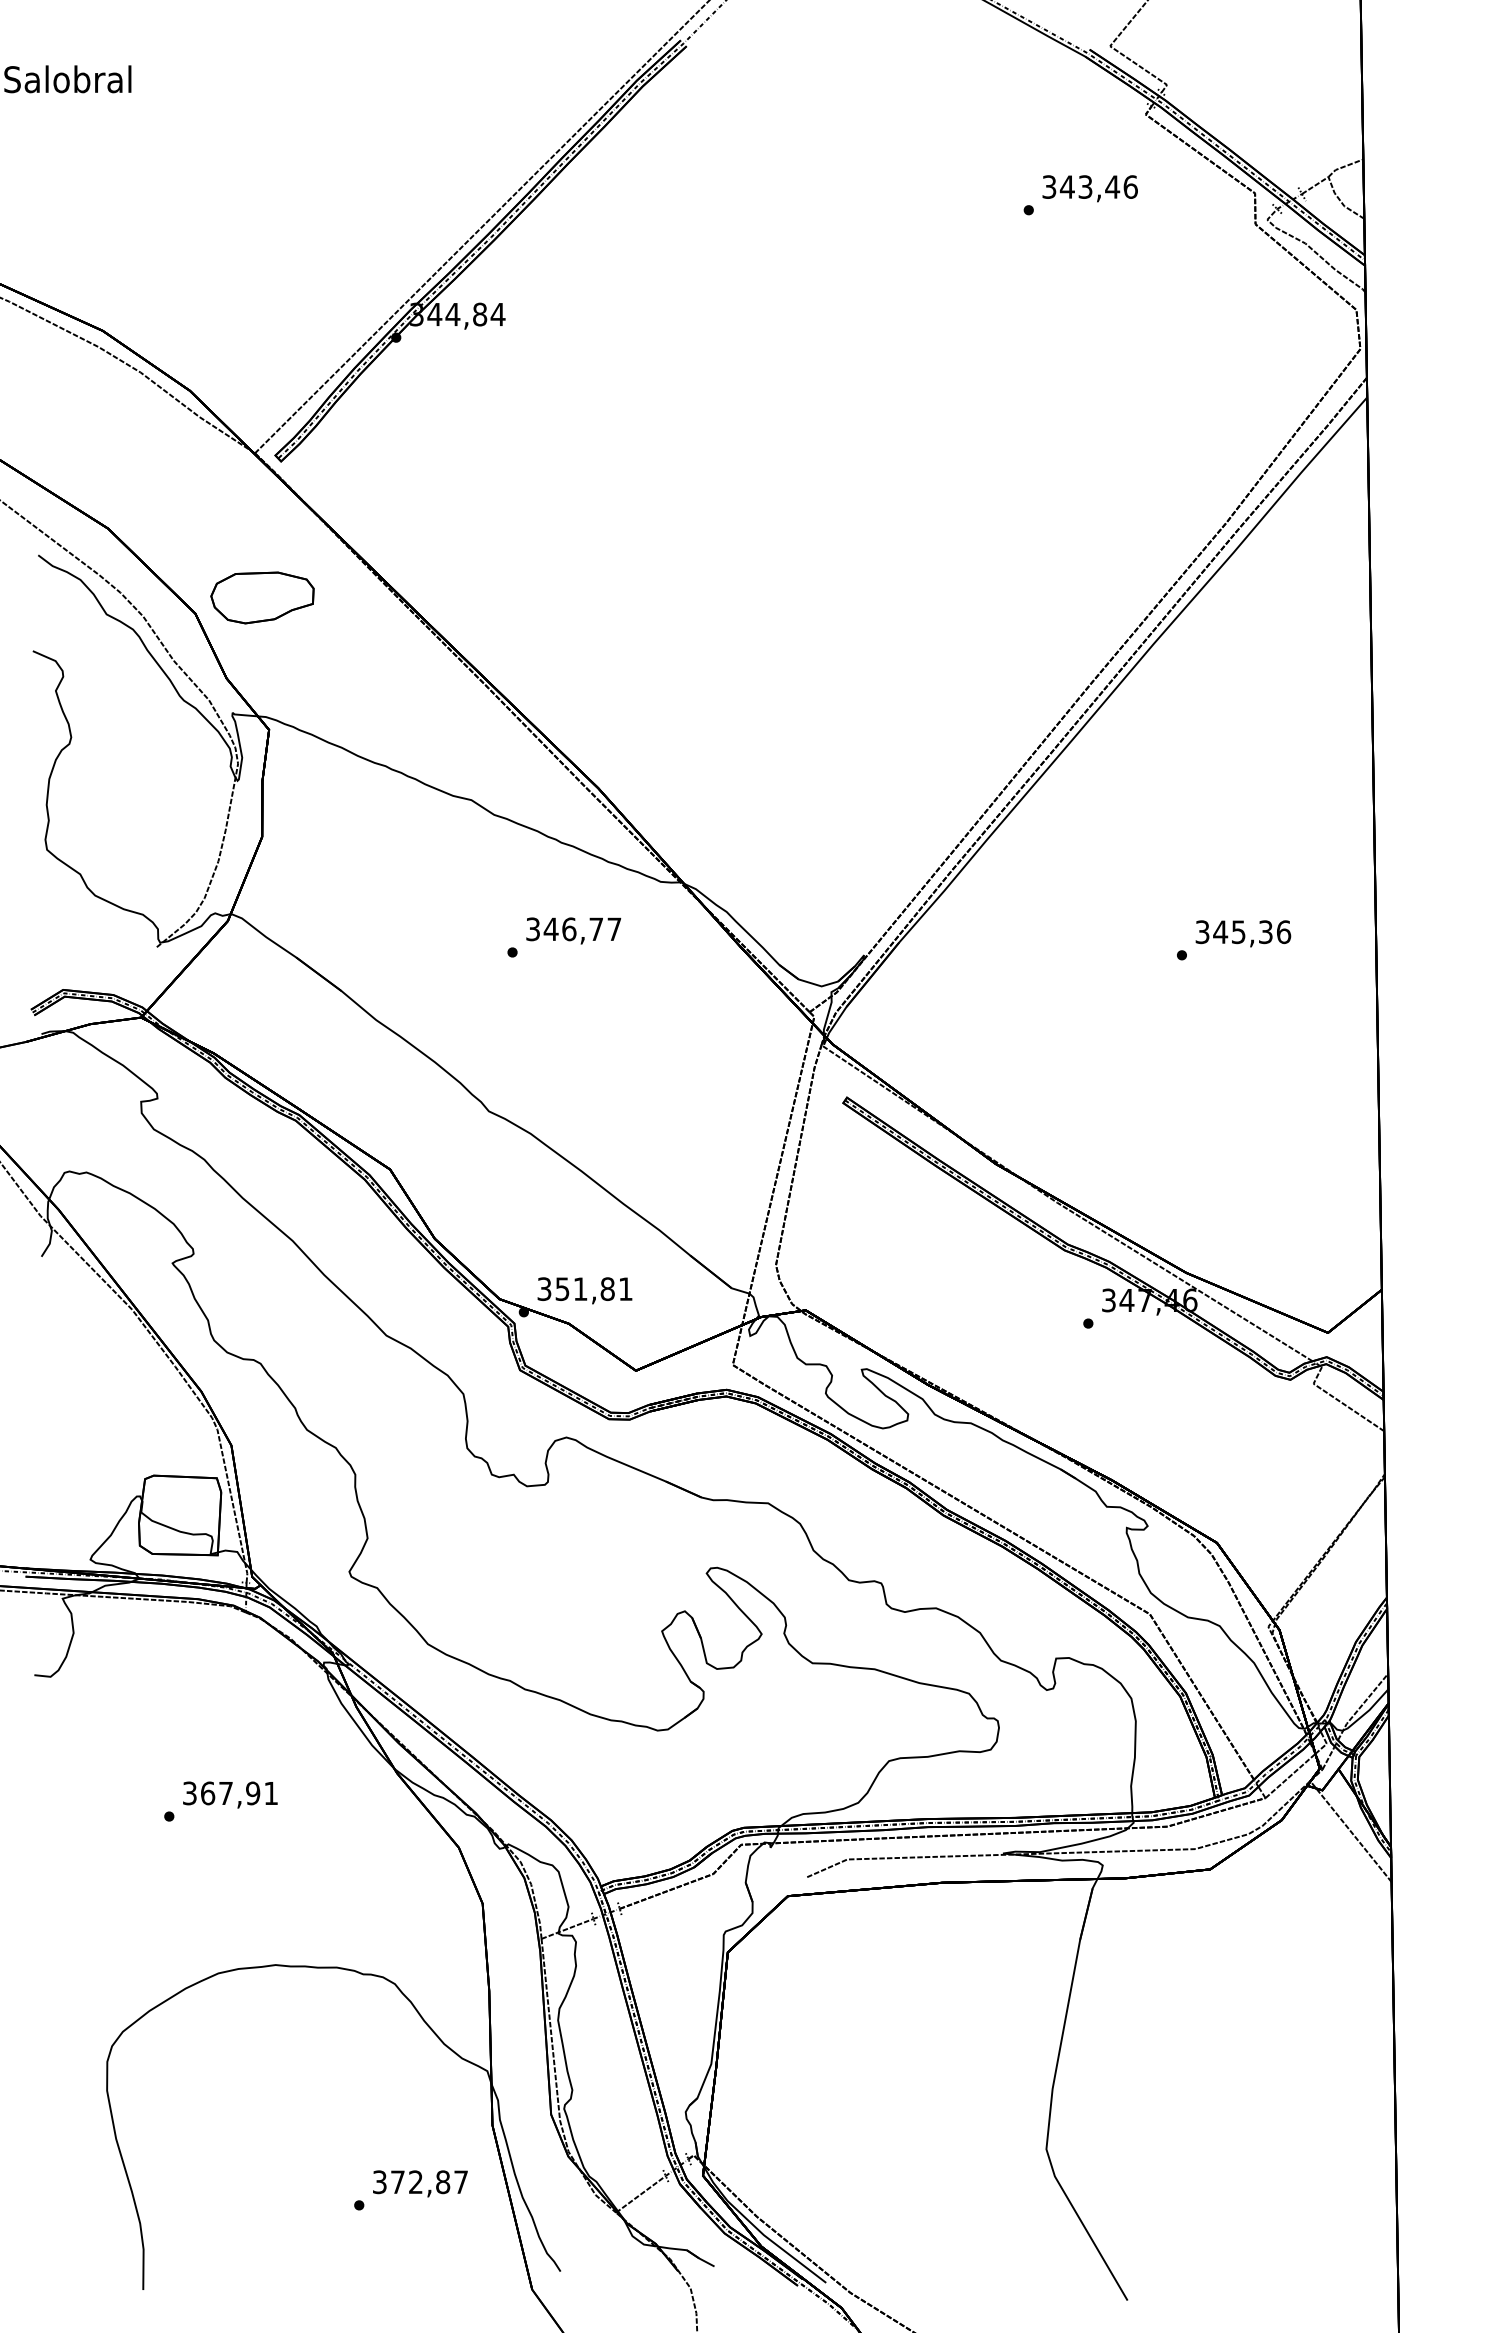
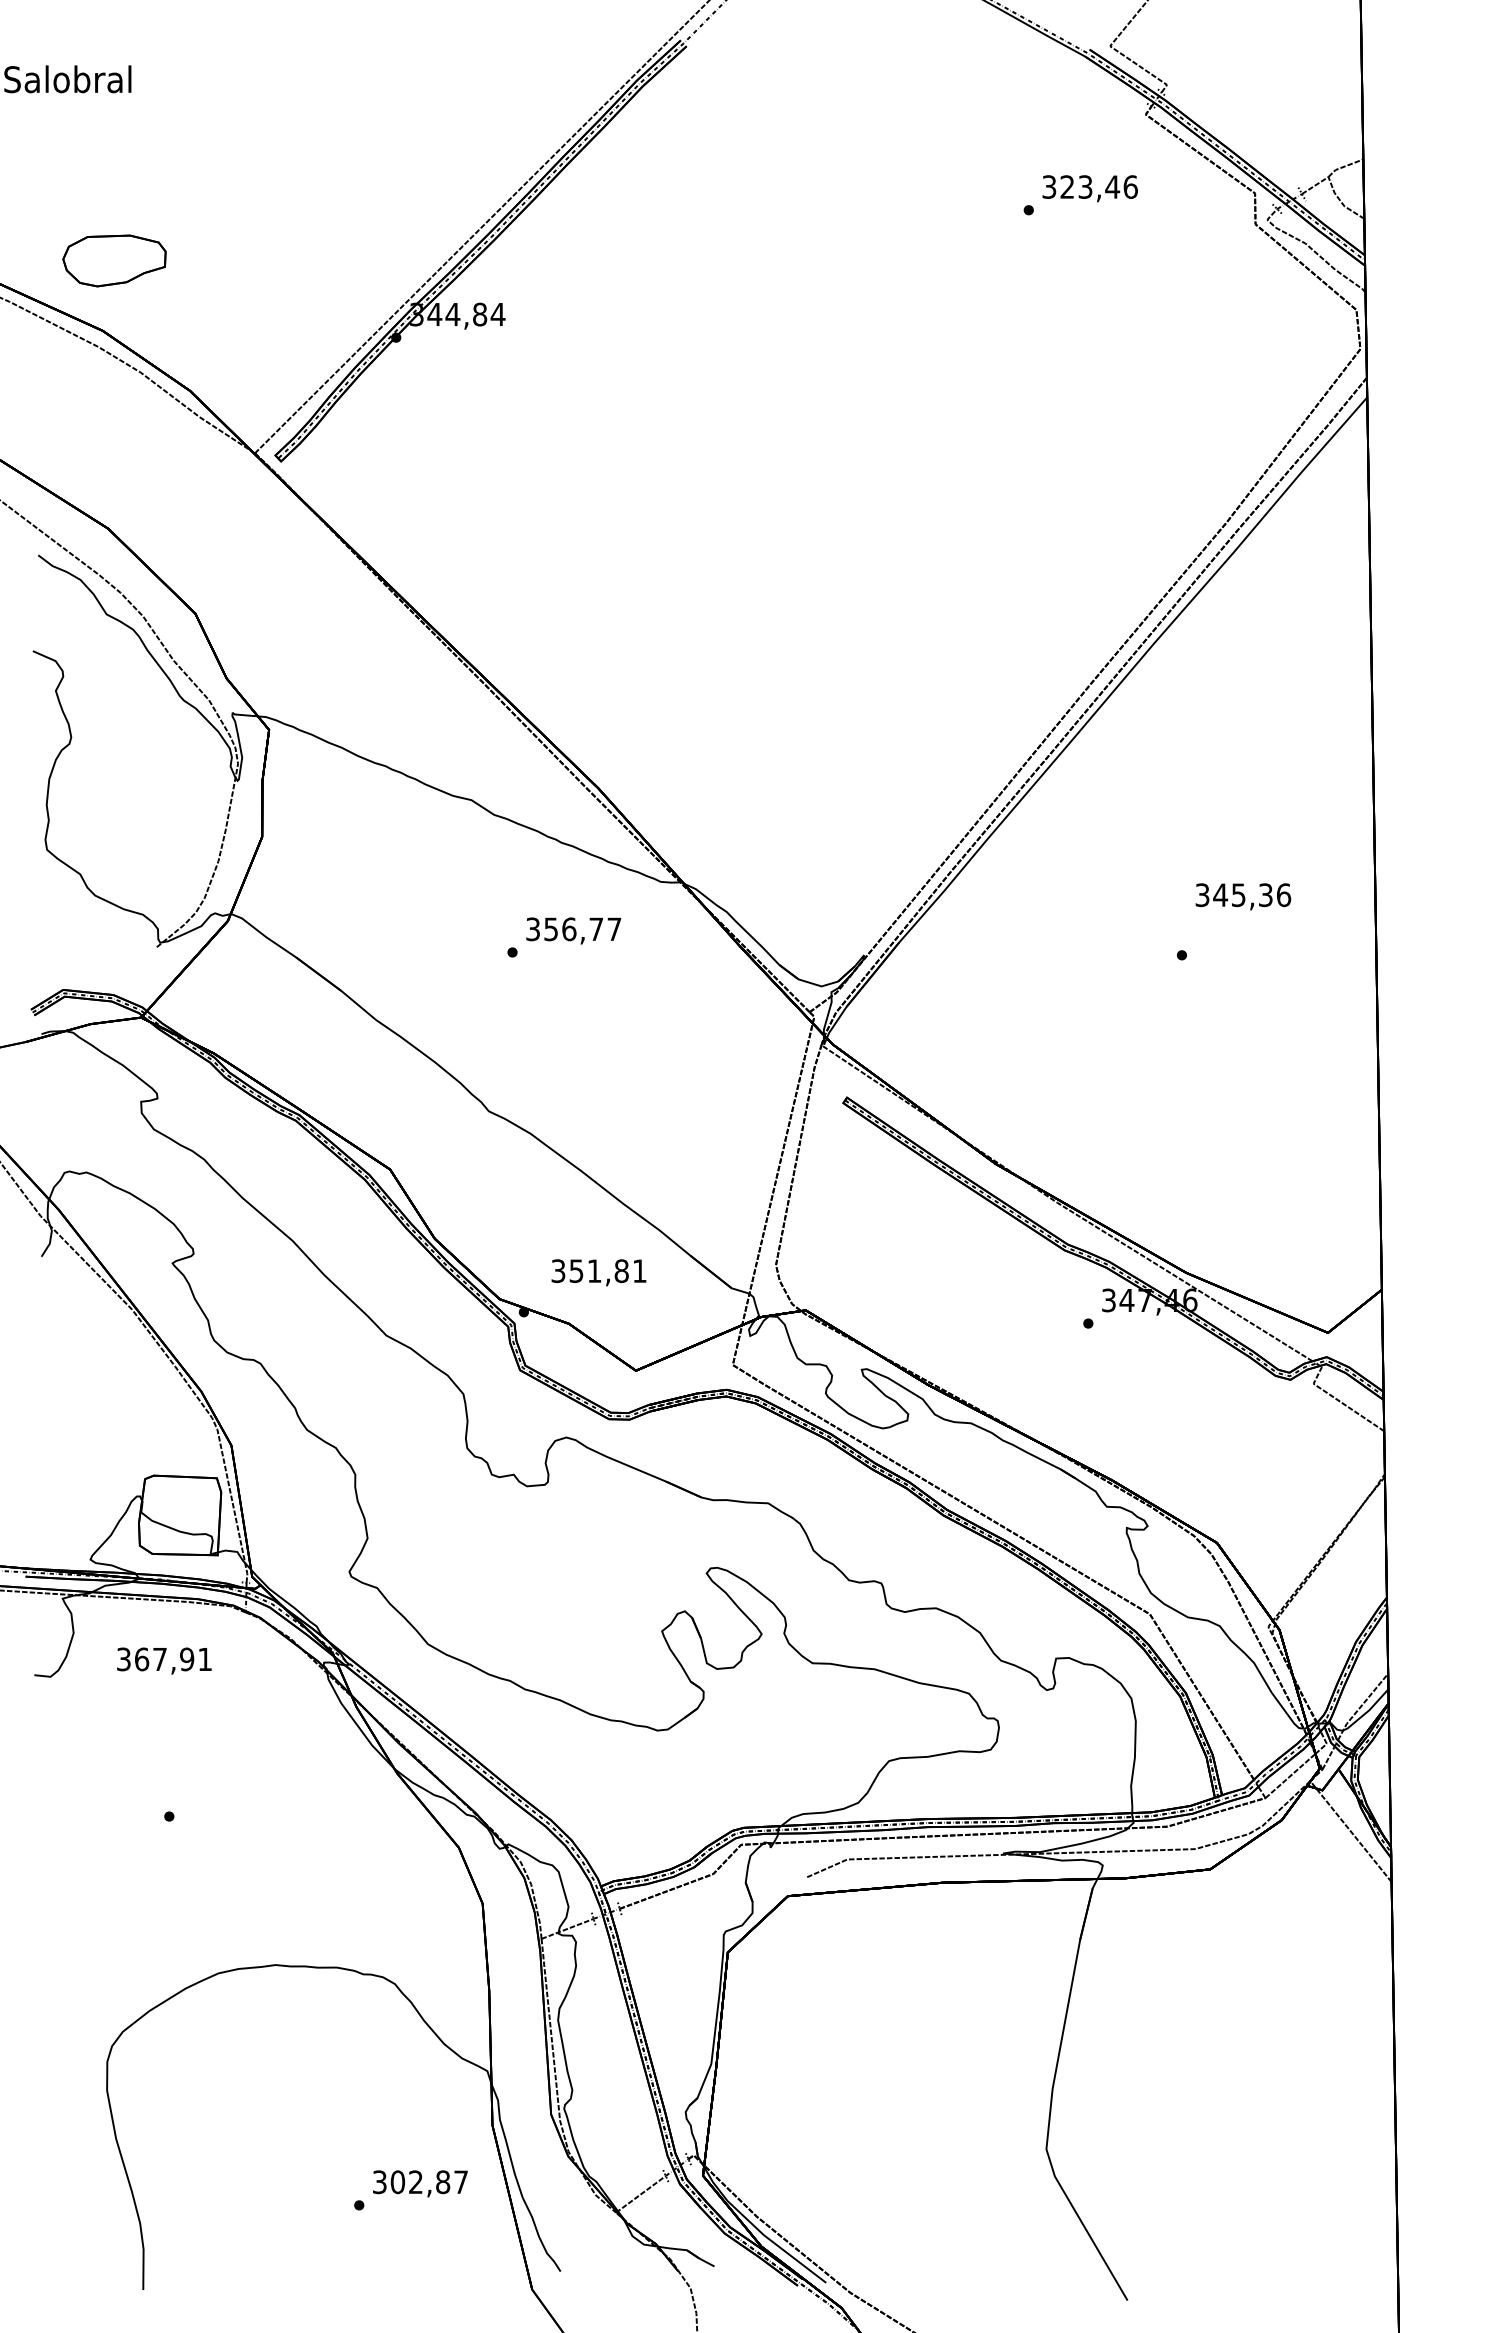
text at (1066, 186): 343,46 -> 323,46
part at (262, 597) position: (262, 597) -> (114, 260)
text at (550, 929): 346,77 -> 356,77
text at (1243, 933) position: (1243, 933) -> (1243, 896)
text at (584, 1290) position: (584, 1290) -> (598, 1272)
text at (230, 1794) position: (230, 1794) -> (164, 1660)
text at (397, 2182): 372,87 -> 302,87
